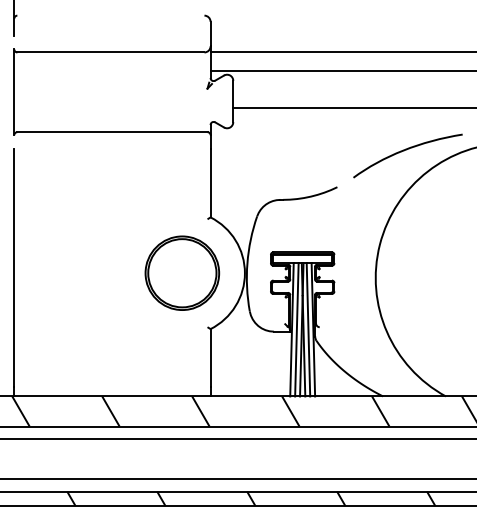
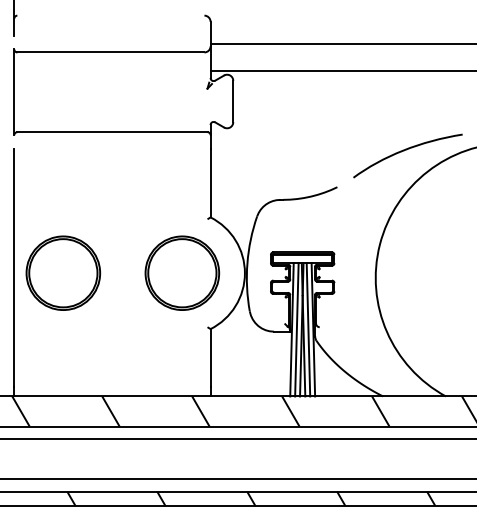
line at (341, 52) position: (341, 52) -> (341, 44)
line at (353, 107): present -> none
part at (63, 272): none -> present
